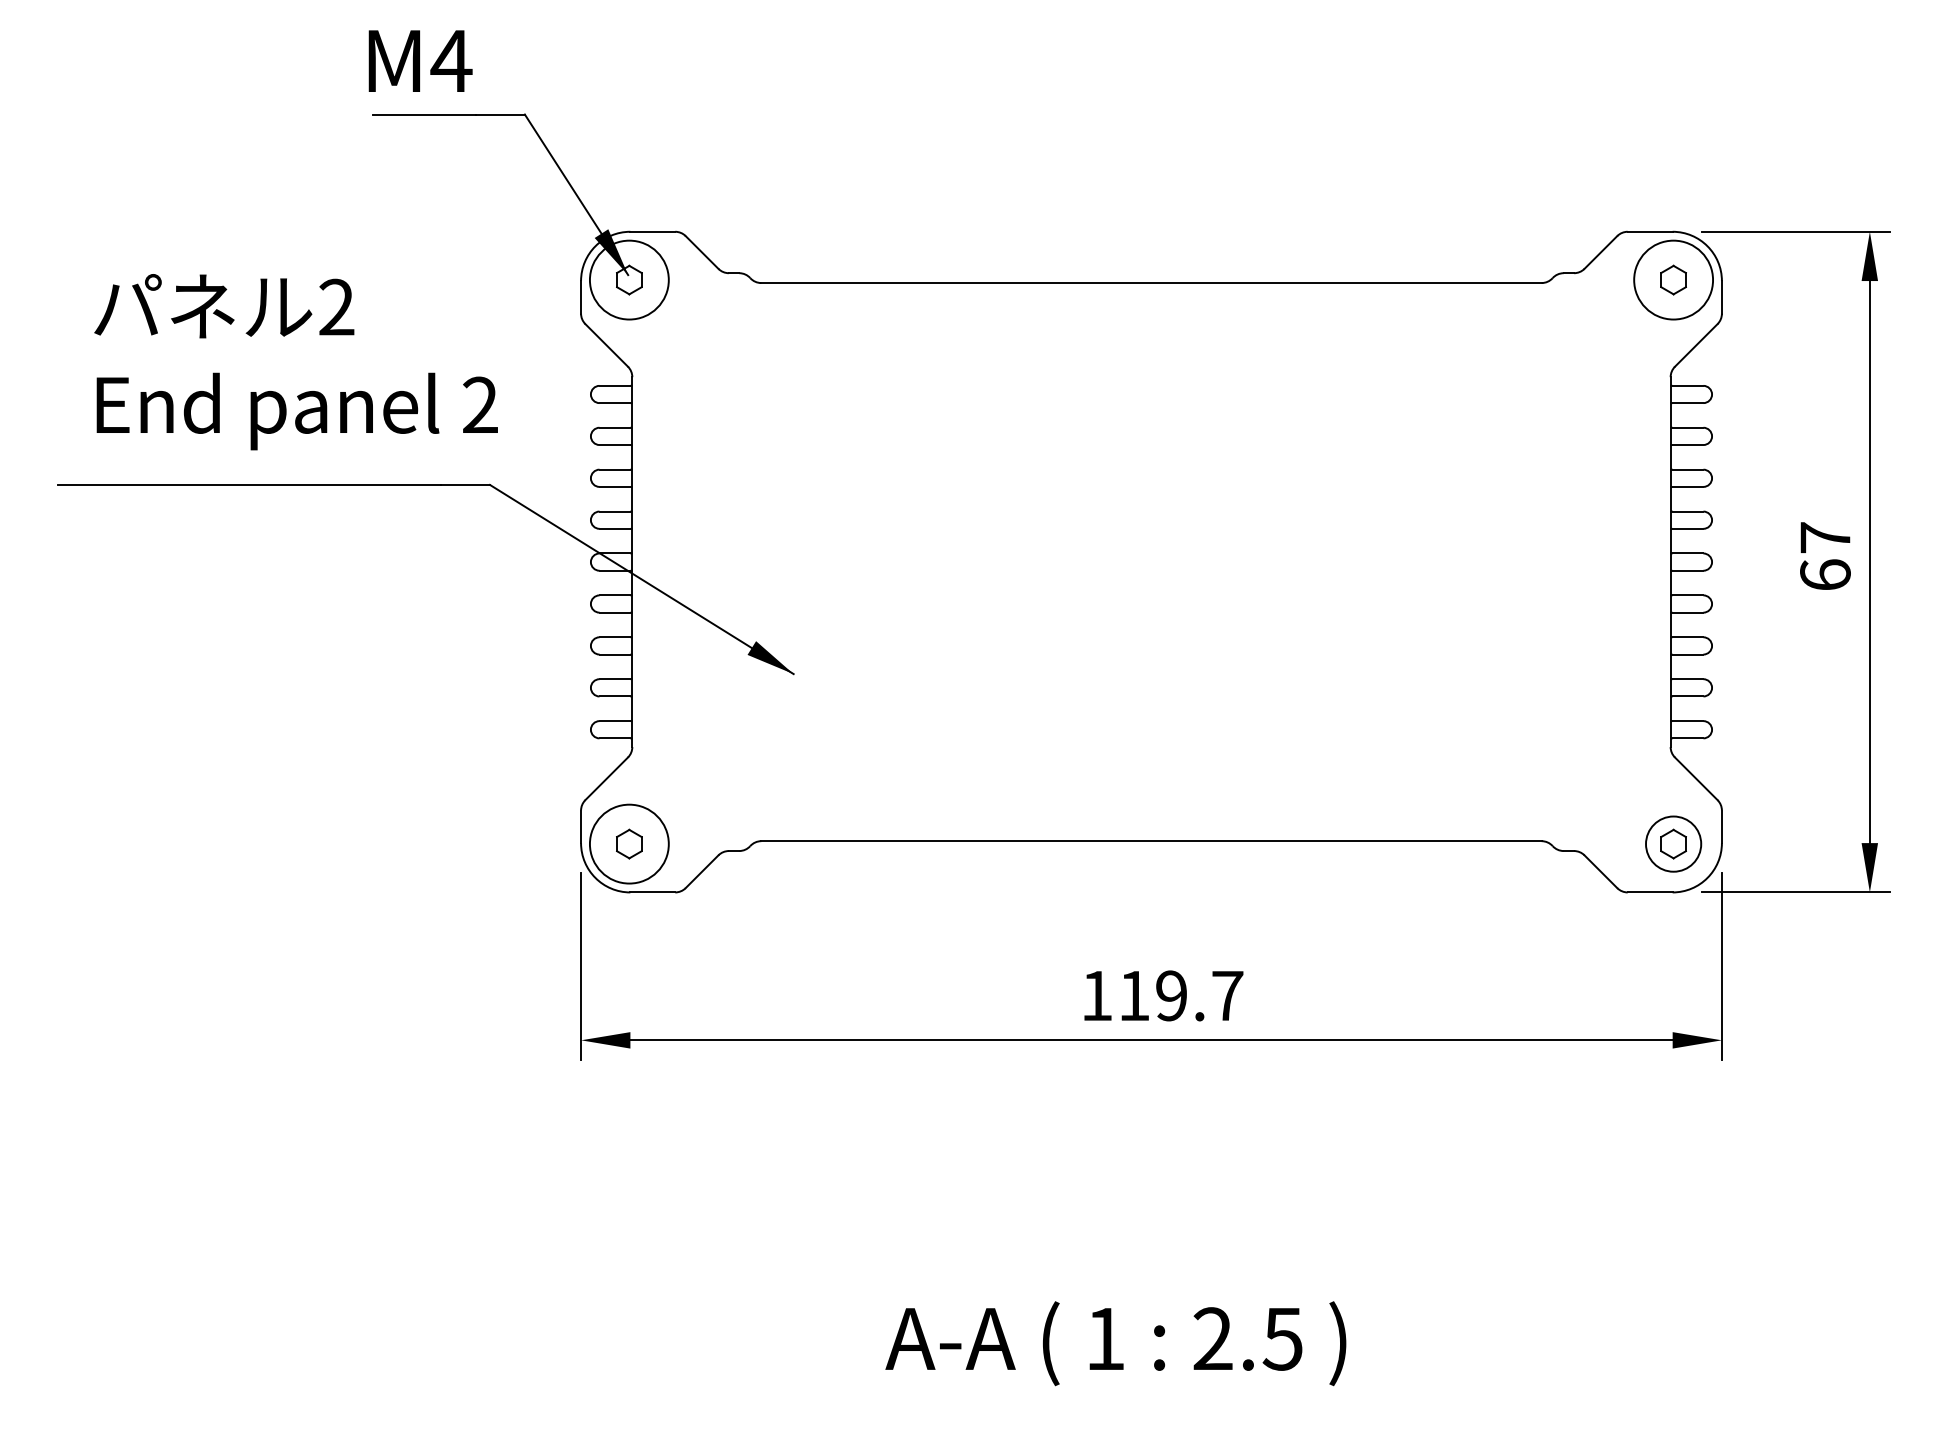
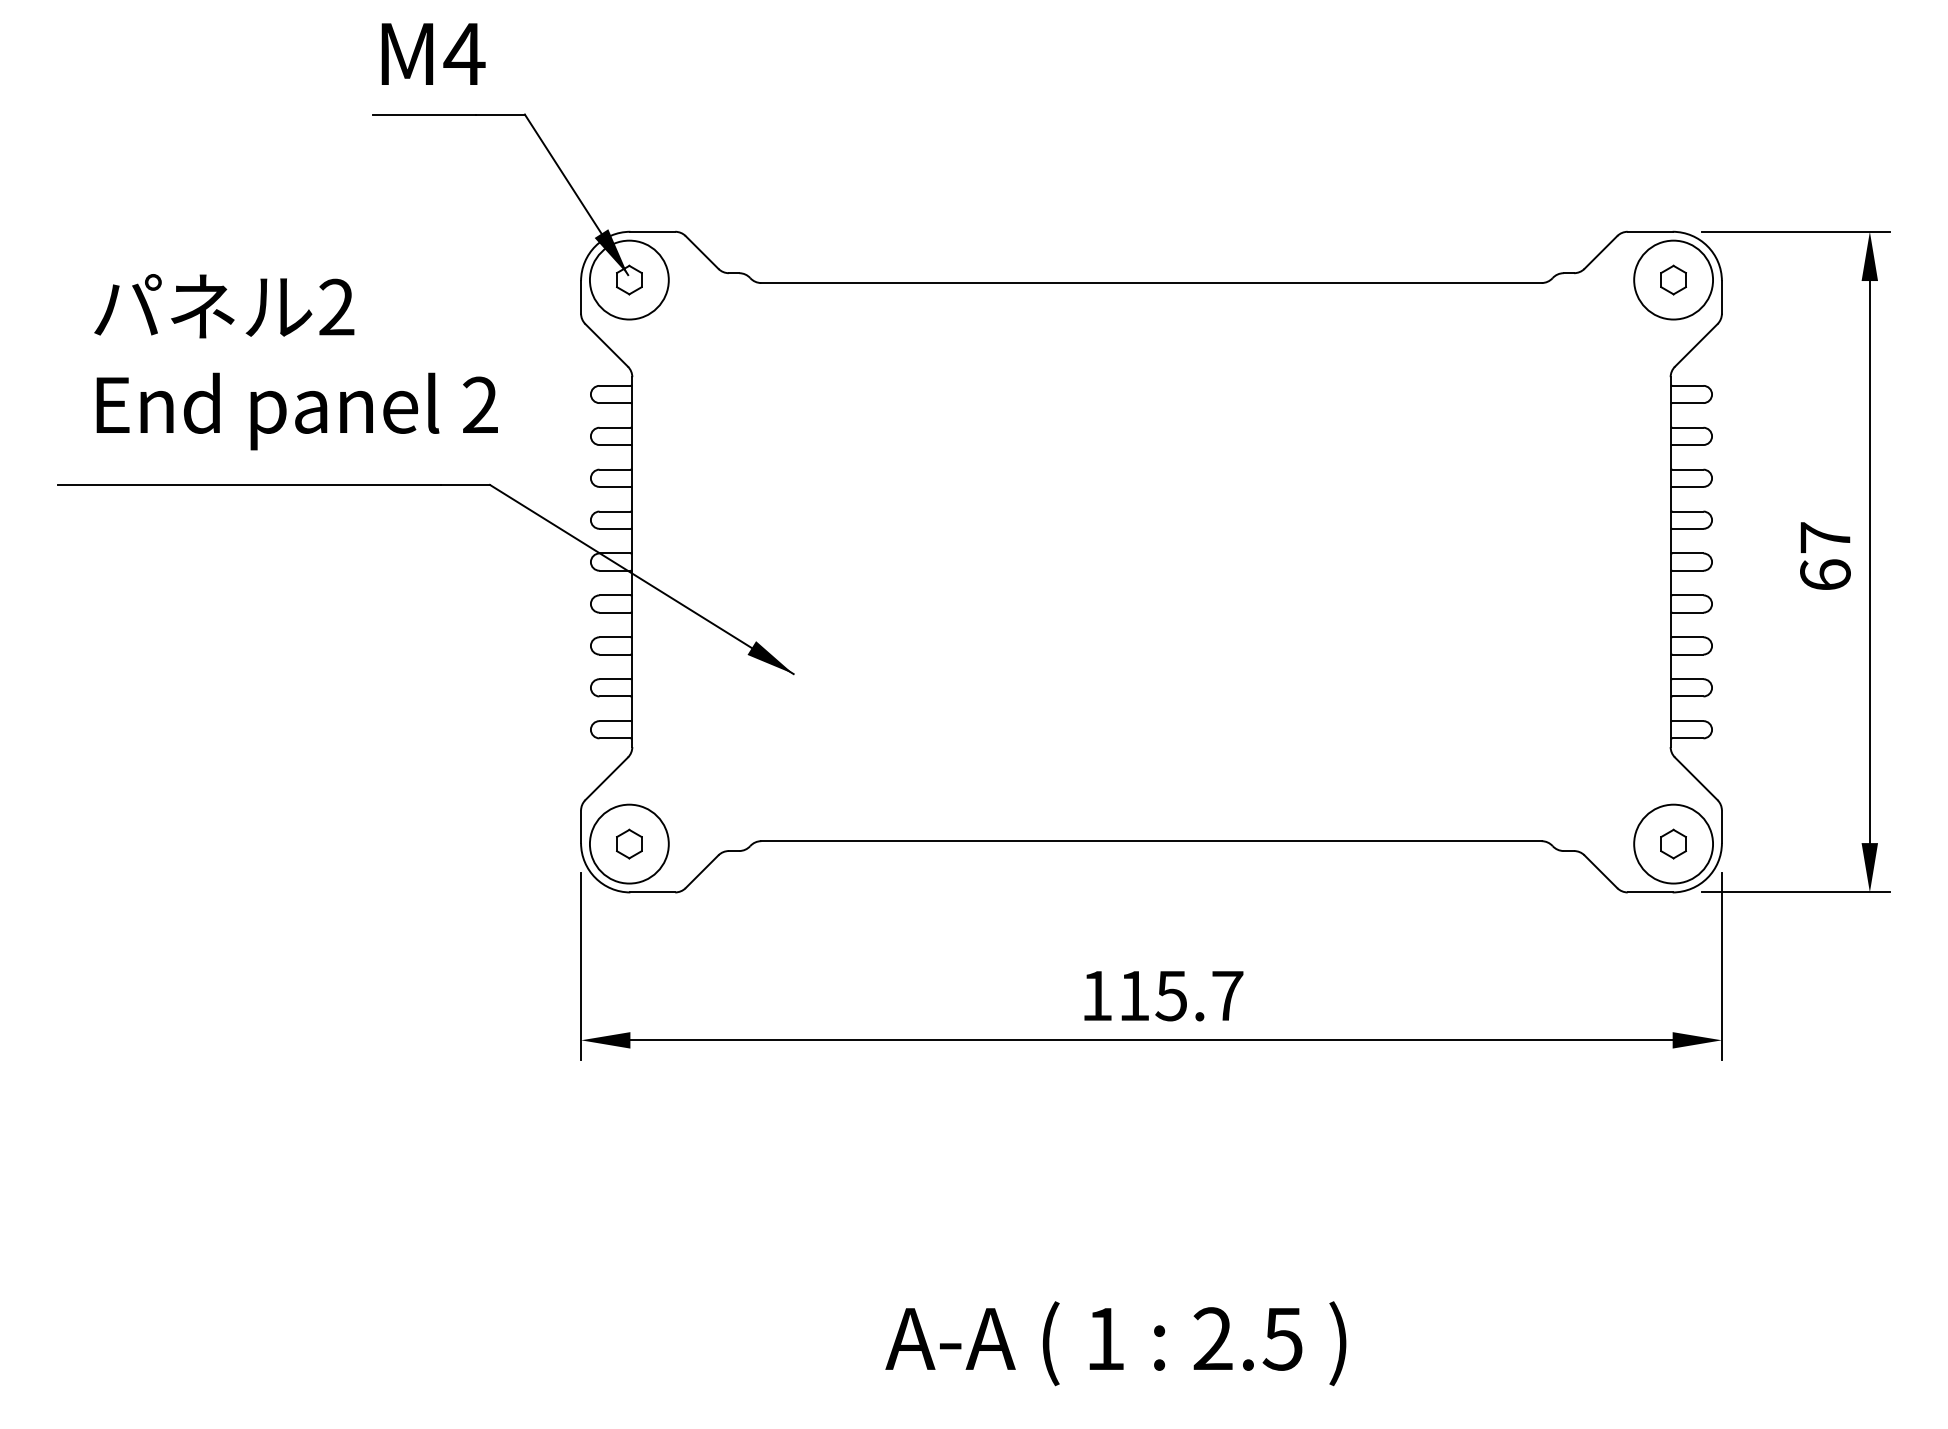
text at (420, 60) position: (420, 60) -> (433, 53)
circle at (1673, 843) diameter: 55 px -> 79 px
text at (1170, 995): 119.7 -> 115.7
